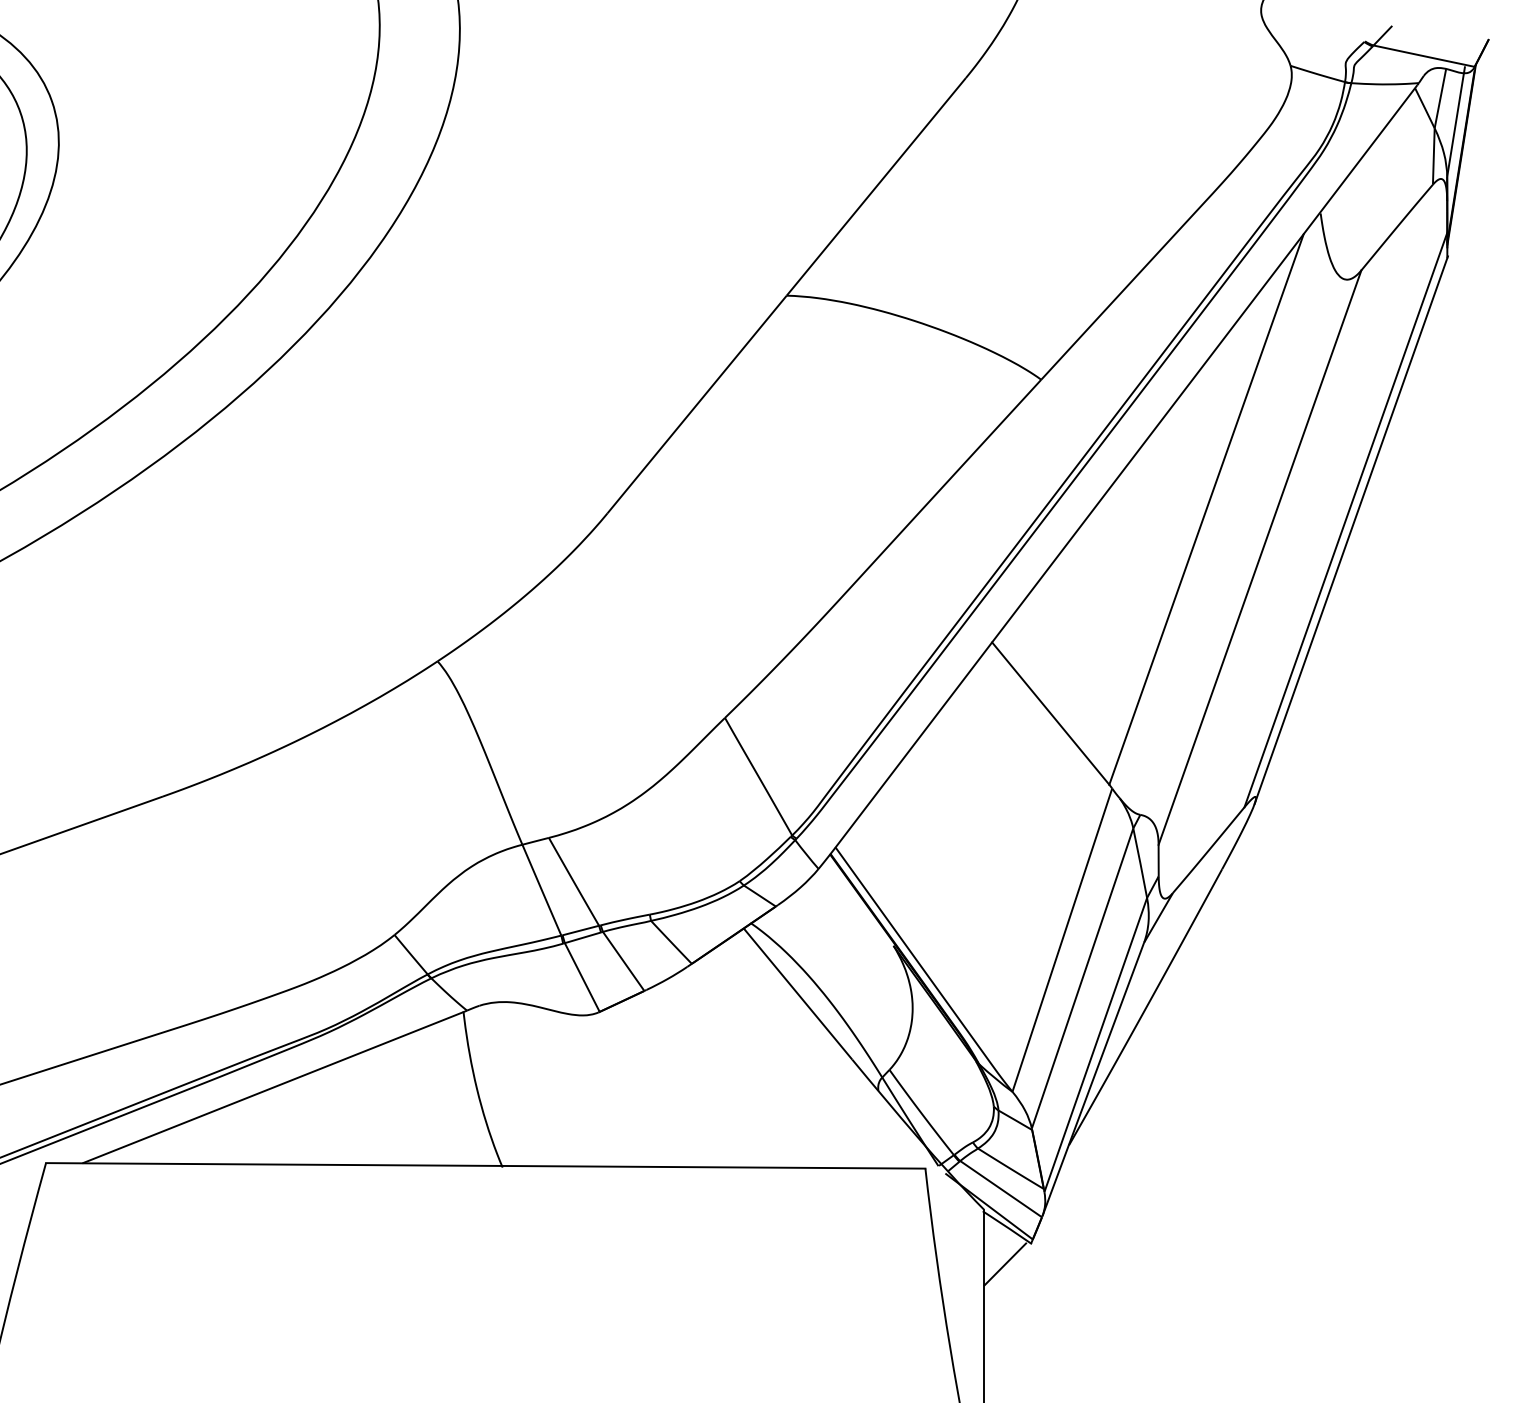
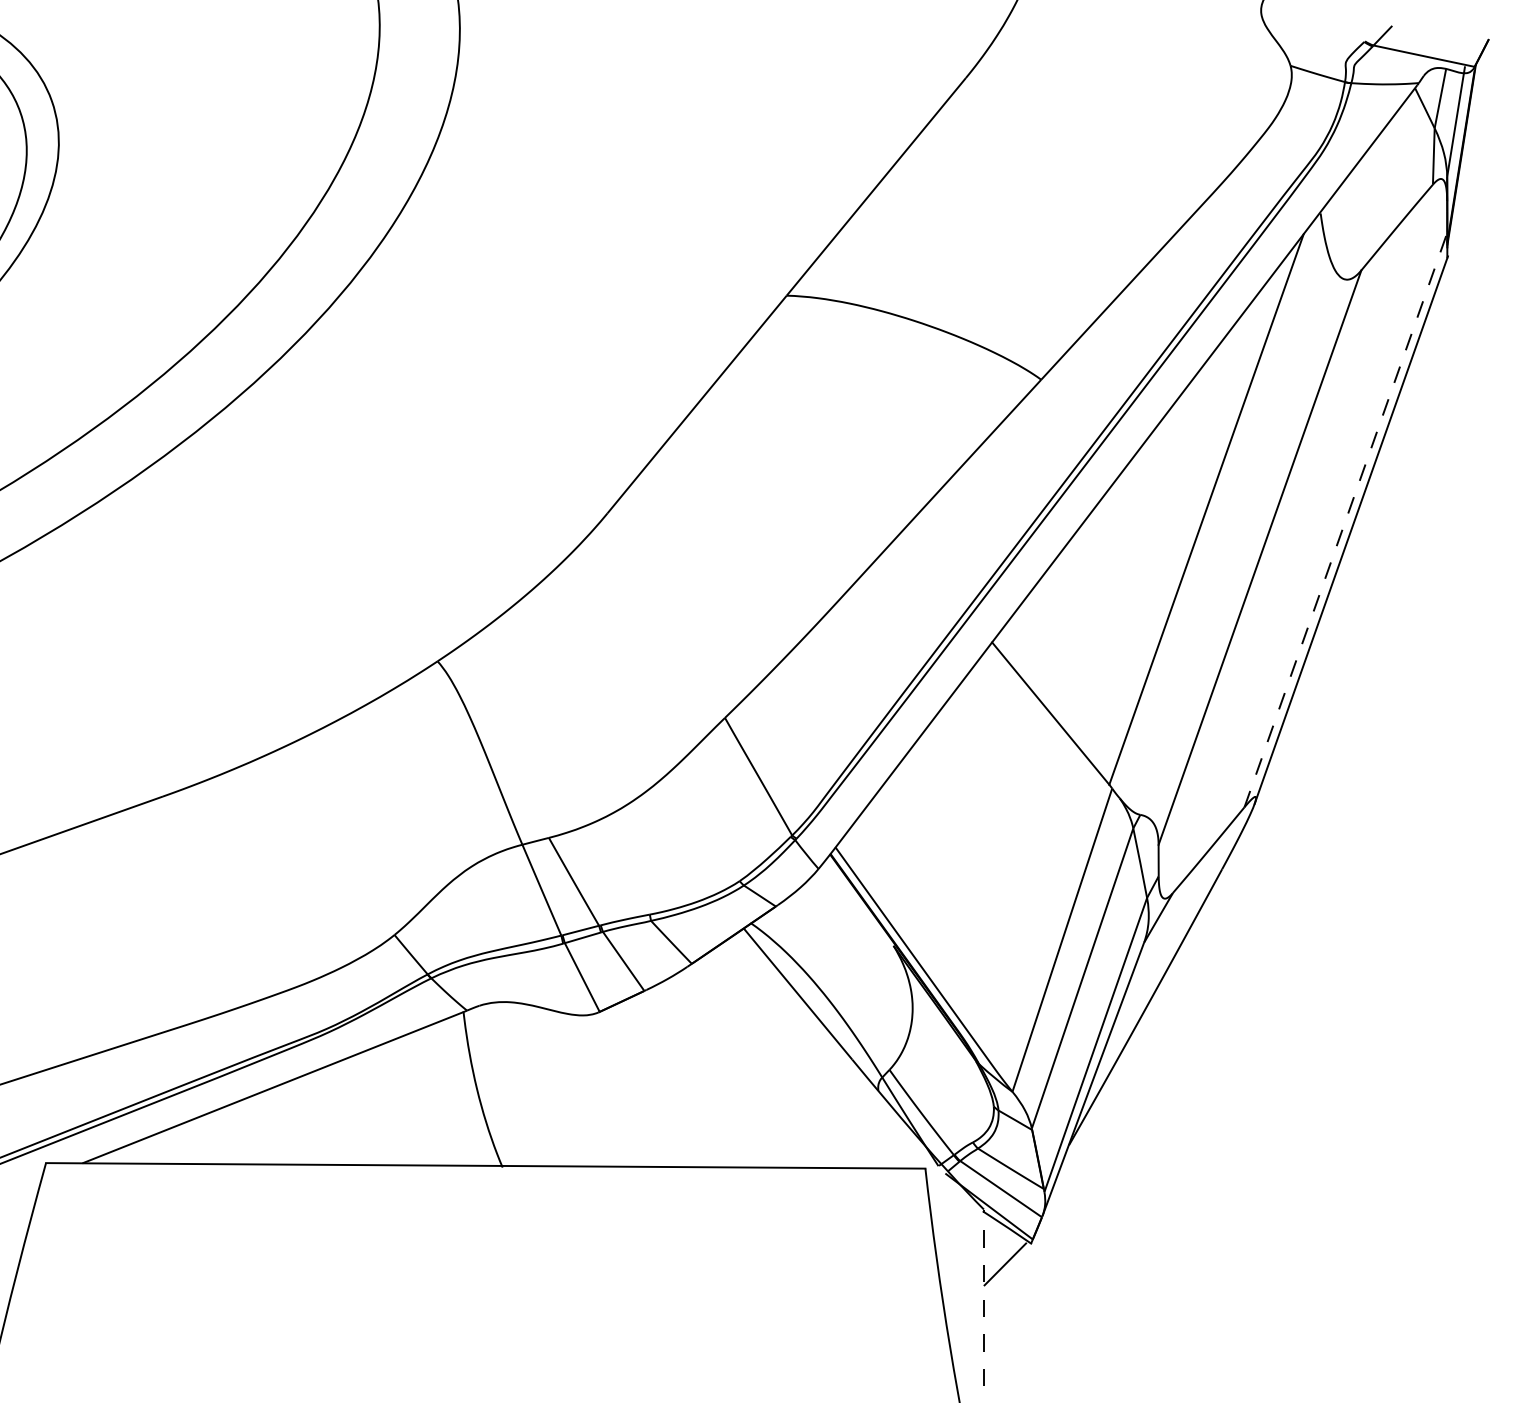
line at (1345, 520): solid -> dashed
line at (983, 1305): solid -> dashed
